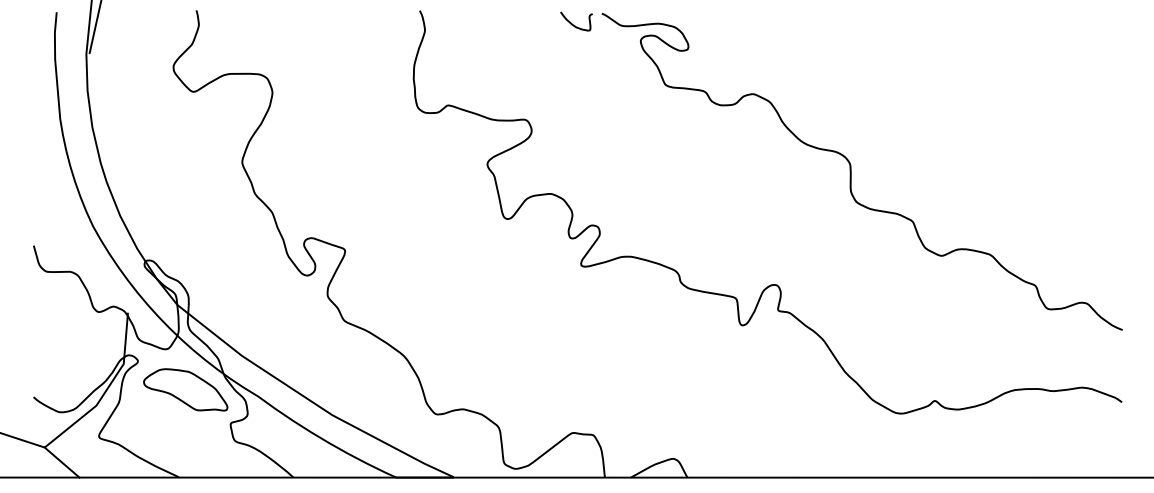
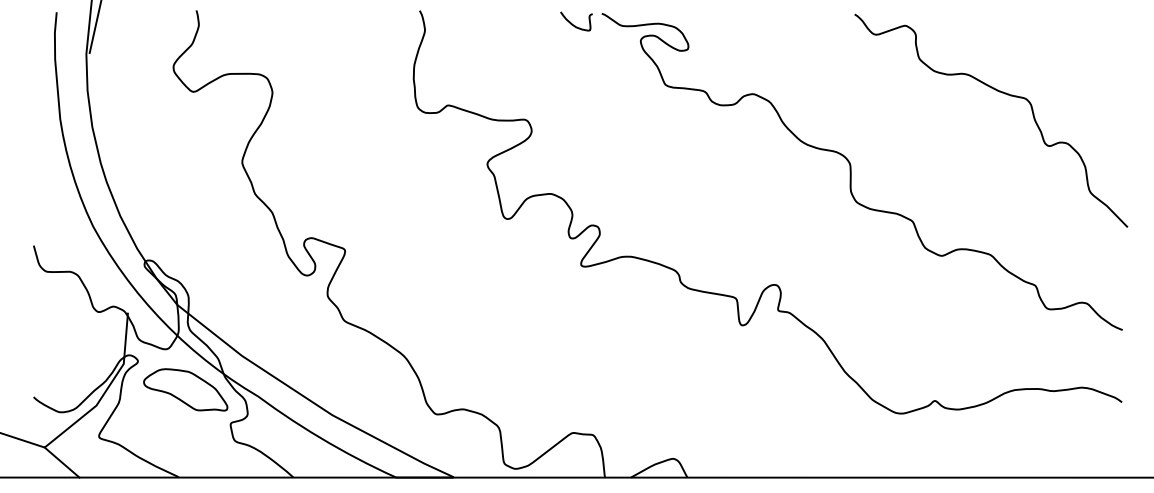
curve at (999, 92): none -> present
